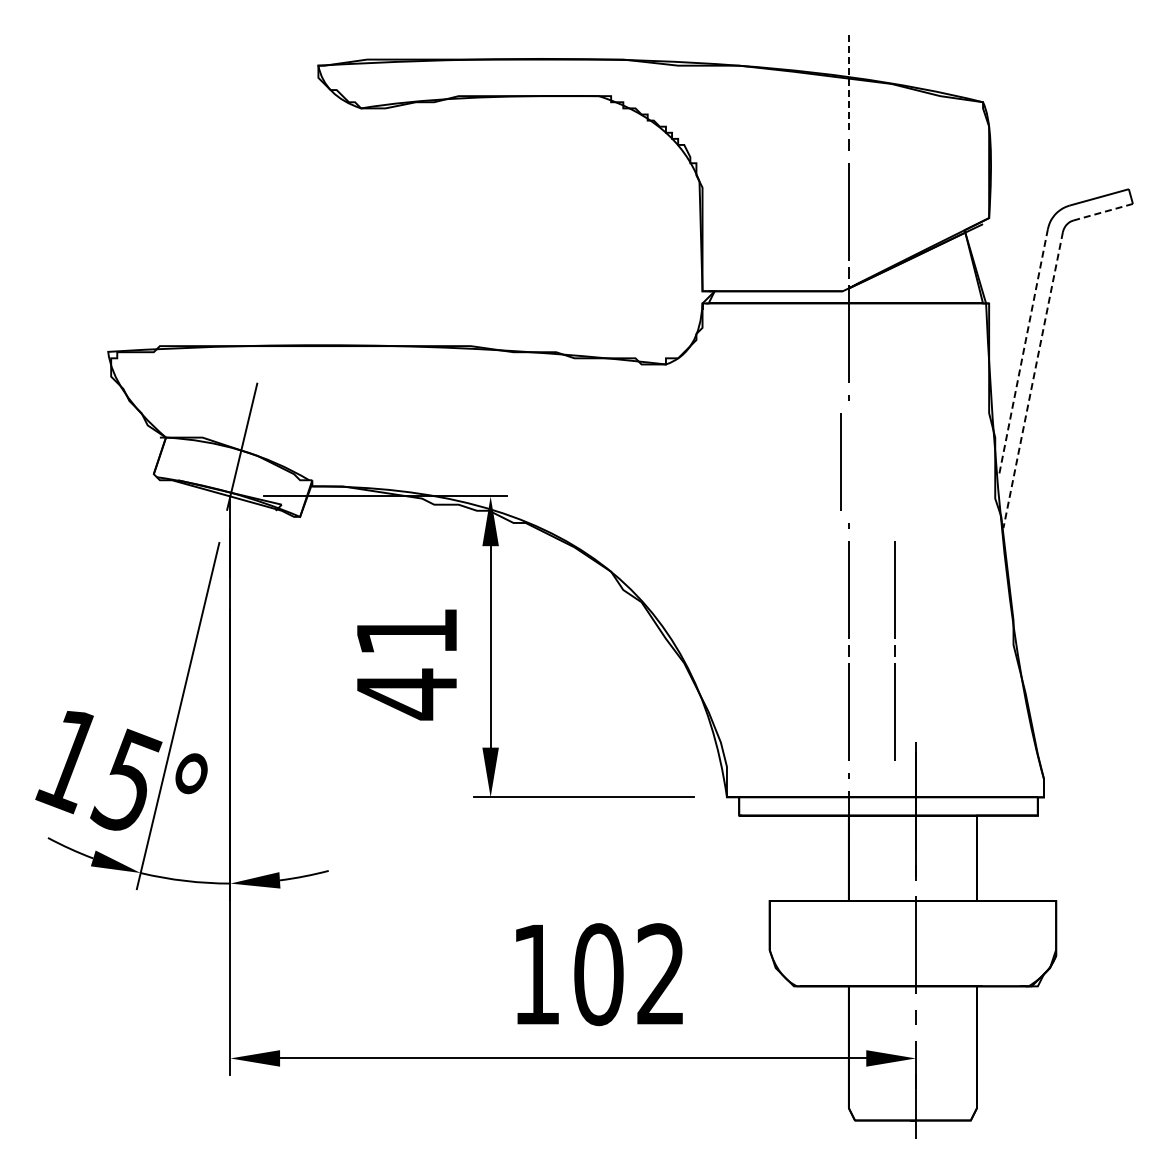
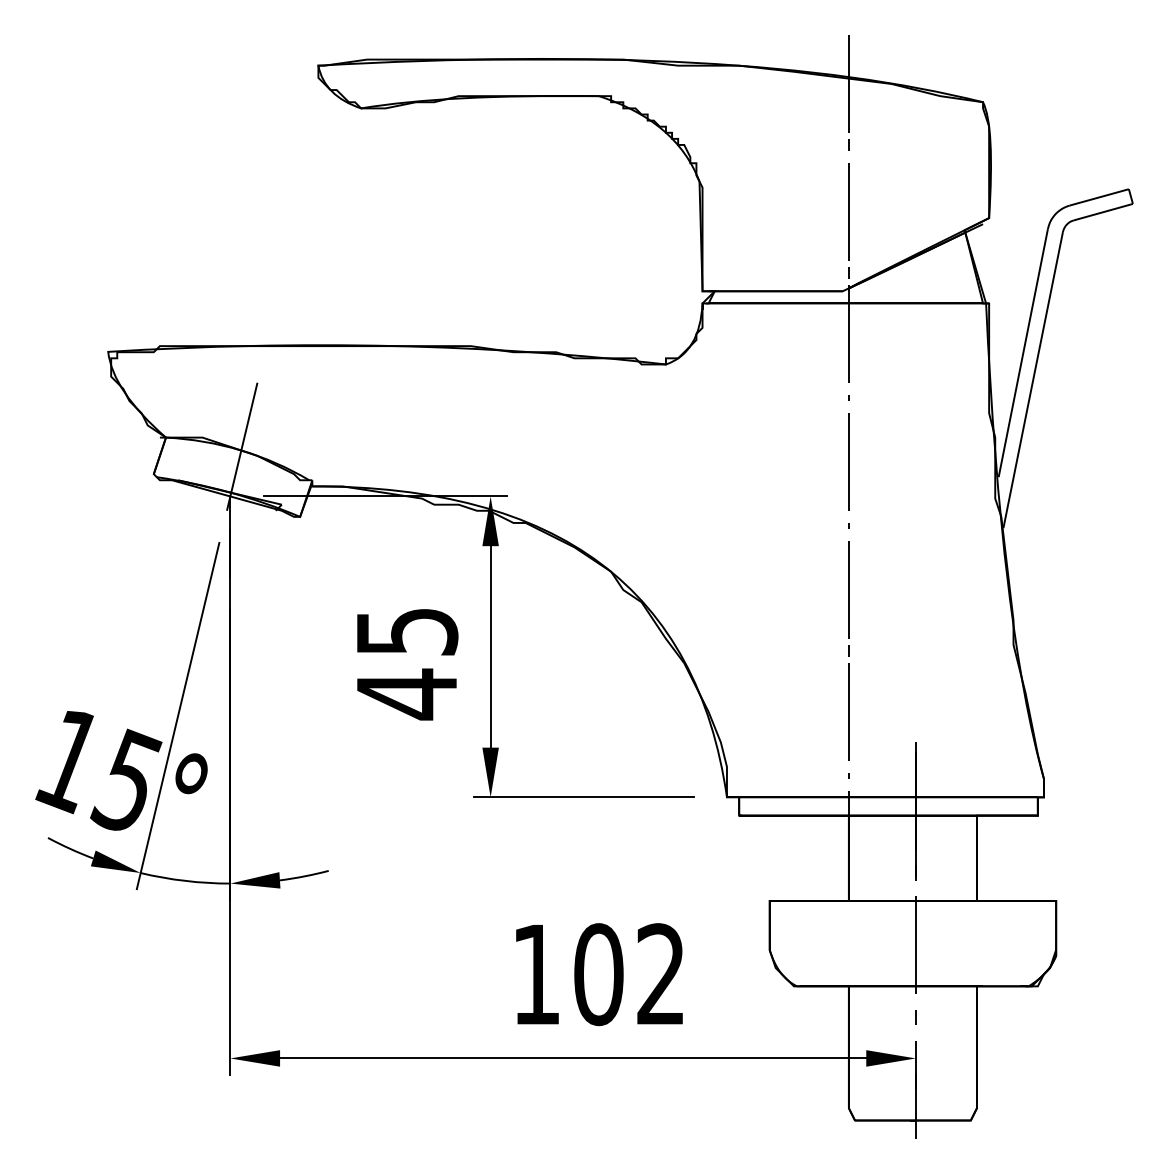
line at (848, 84): dashed -> solid
line at (1103, 212): dashed -> solid
line at (1023, 353): dashed -> solid
line at (1033, 380): dashed -> solid
line at (840, 461) position: (840, 461) -> (848, 461)
text at (407, 632): 41 -> 45
line at (894, 650): present -> none
